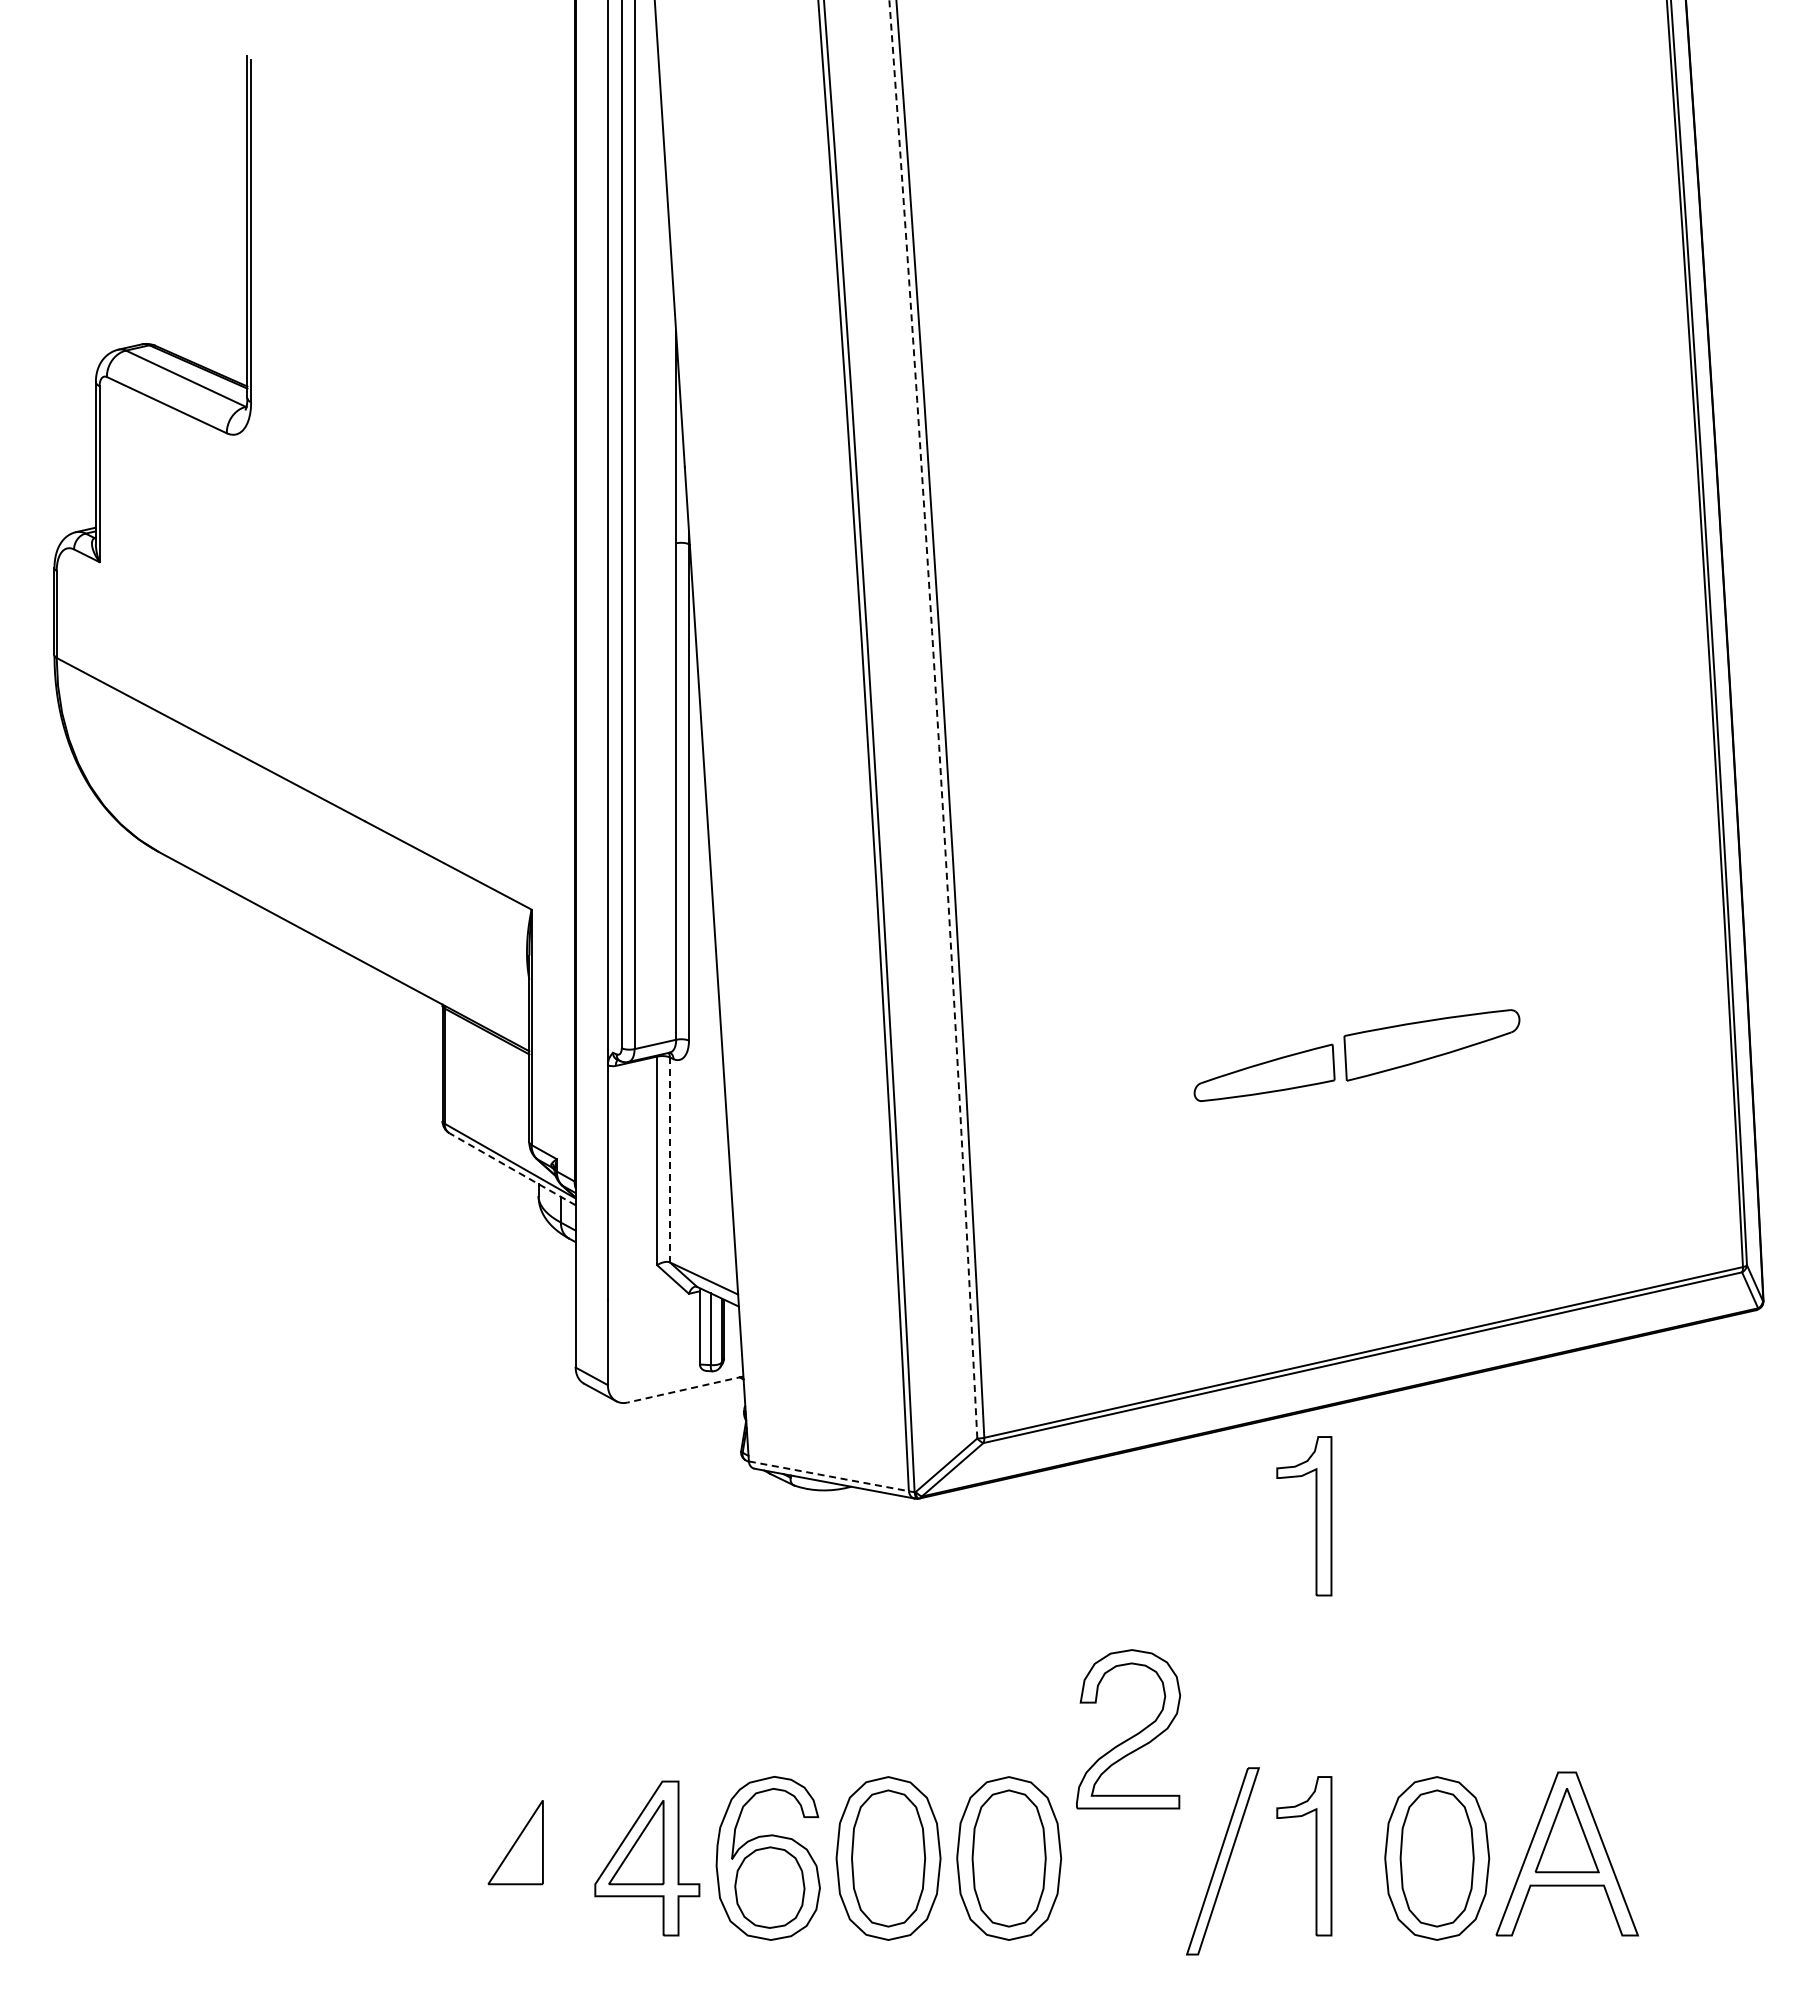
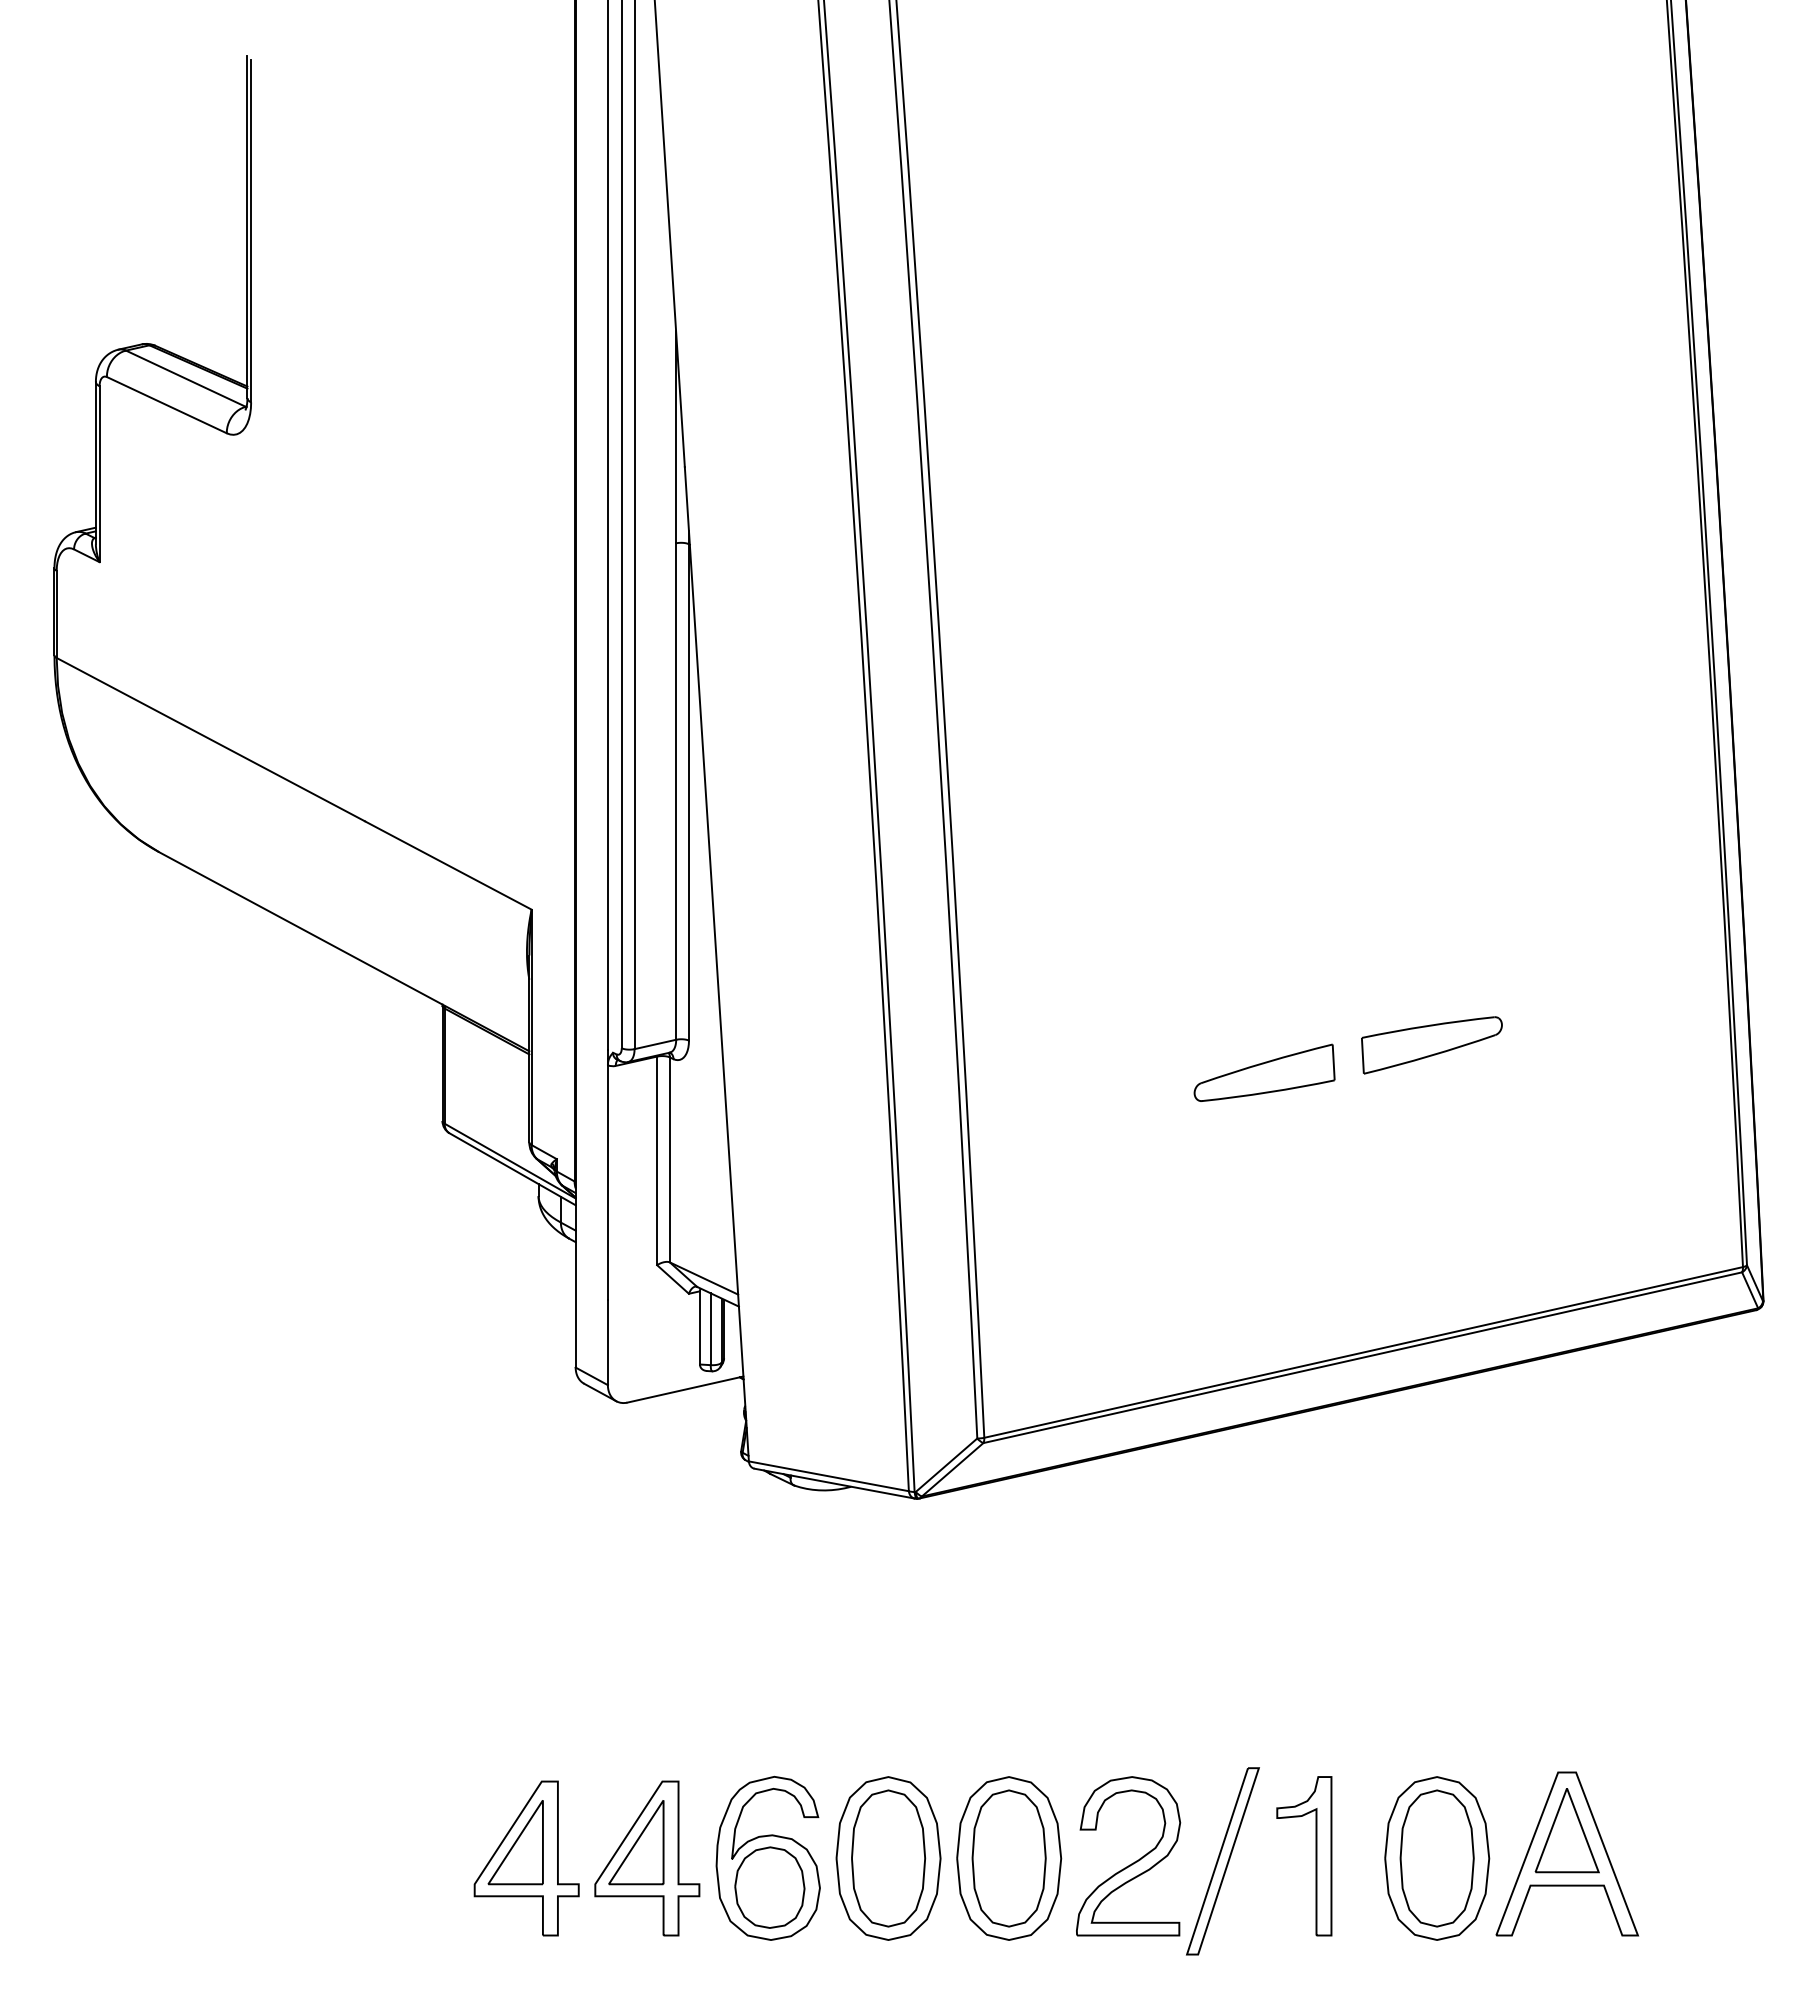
arc at (937, 718): dashed -> solid
part at (1431, 1045) size: 178x73 px -> 142x59 px
line at (669, 1160): dashed -> solid
line at (512, 1169): dashed -> solid
line at (684, 1389): dashed -> solid
line at (829, 1476): dashed -> solid
part at (1315, 1516): present -> none
part at (1131, 1736) position: (1131, 1736) -> (1131, 1863)
part at (526, 1858): none -> present
